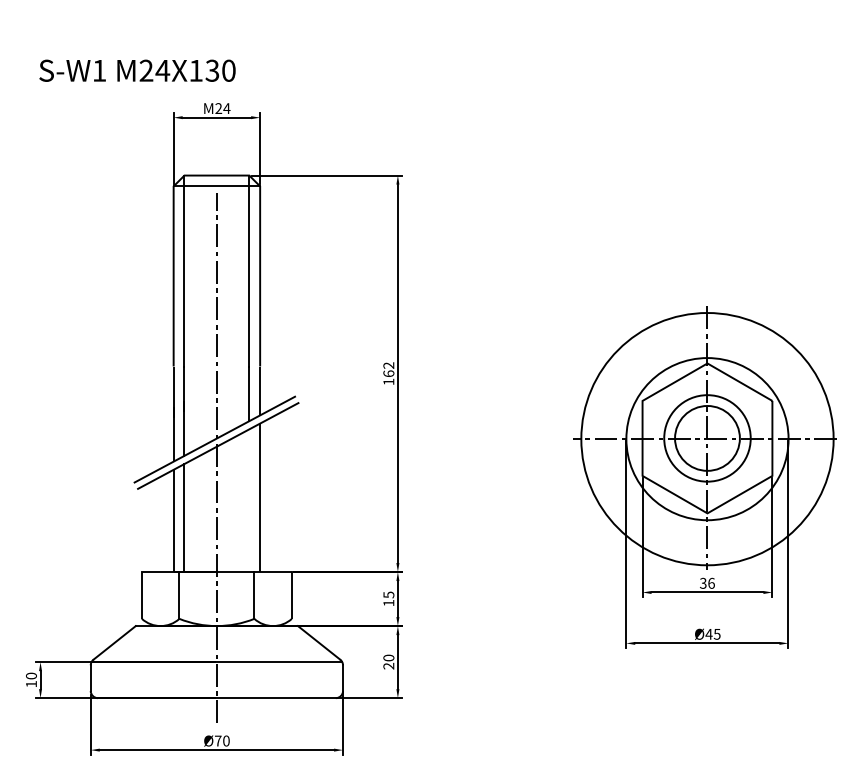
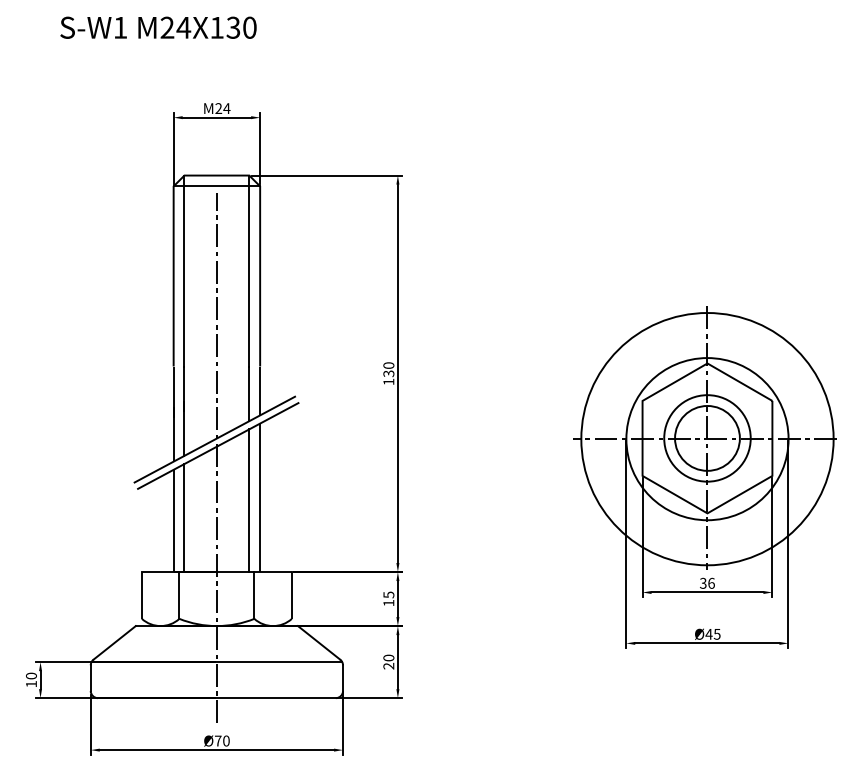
text at (137, 70) position: (137, 70) -> (158, 27)
text at (388, 369): 162 -> 130
line at (249, 500): none -> present
